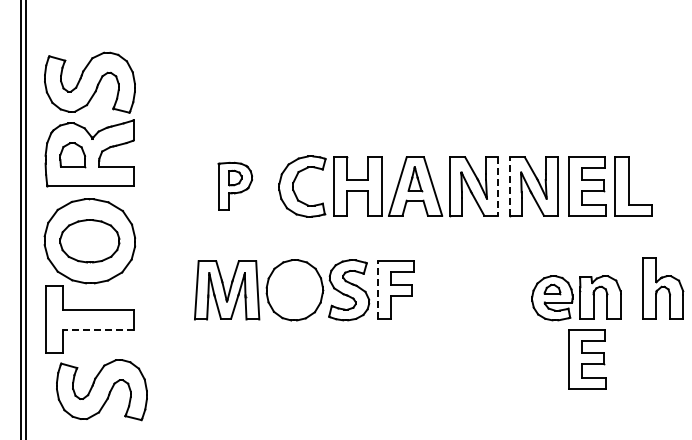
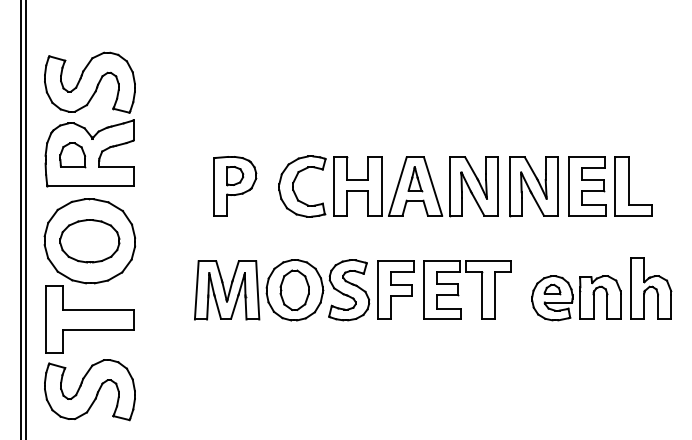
part at (235, 185) size: 37x50 px -> 45x61 px
line at (509, 186): dashed -> solid
line at (498, 187): dashed -> solid
part at (663, 288) position: (663, 288) -> (651, 288)
part at (294, 289): none -> present
line at (378, 289): dashed -> solid
part at (458, 289): none -> present
line at (97, 329): dashed -> solid
part at (587, 359): present -> none
part at (101, 390) position: (101, 390) -> (89, 390)
